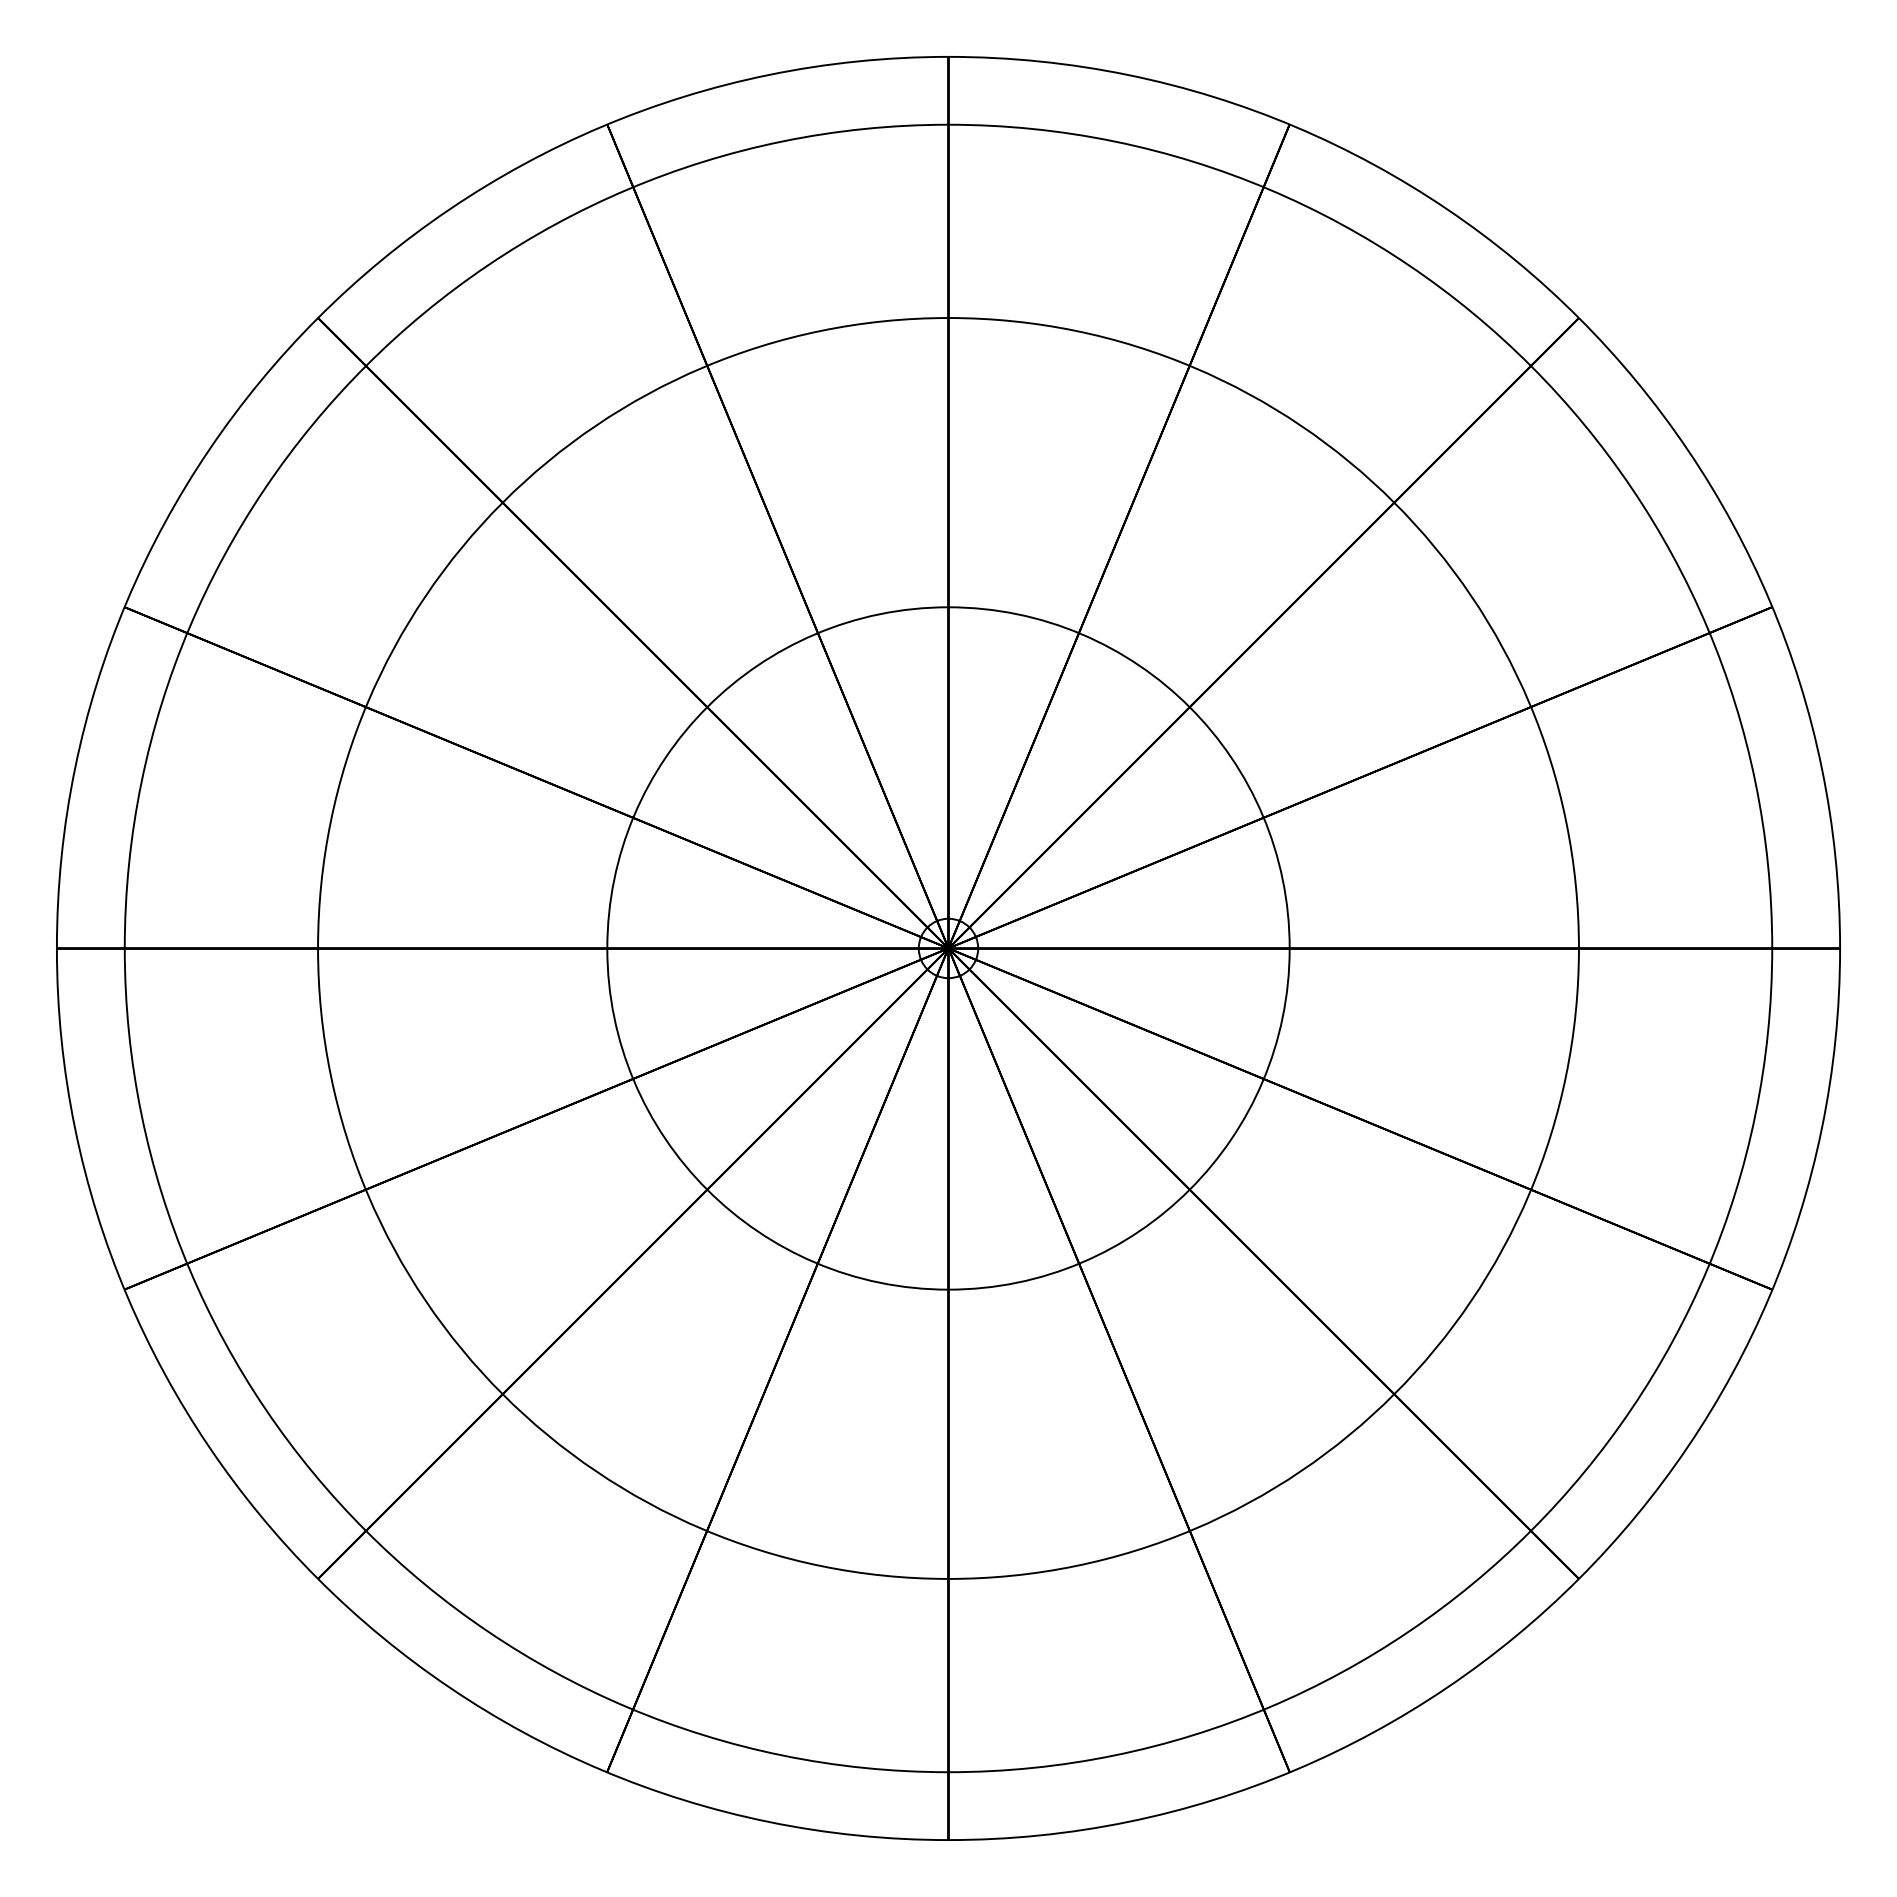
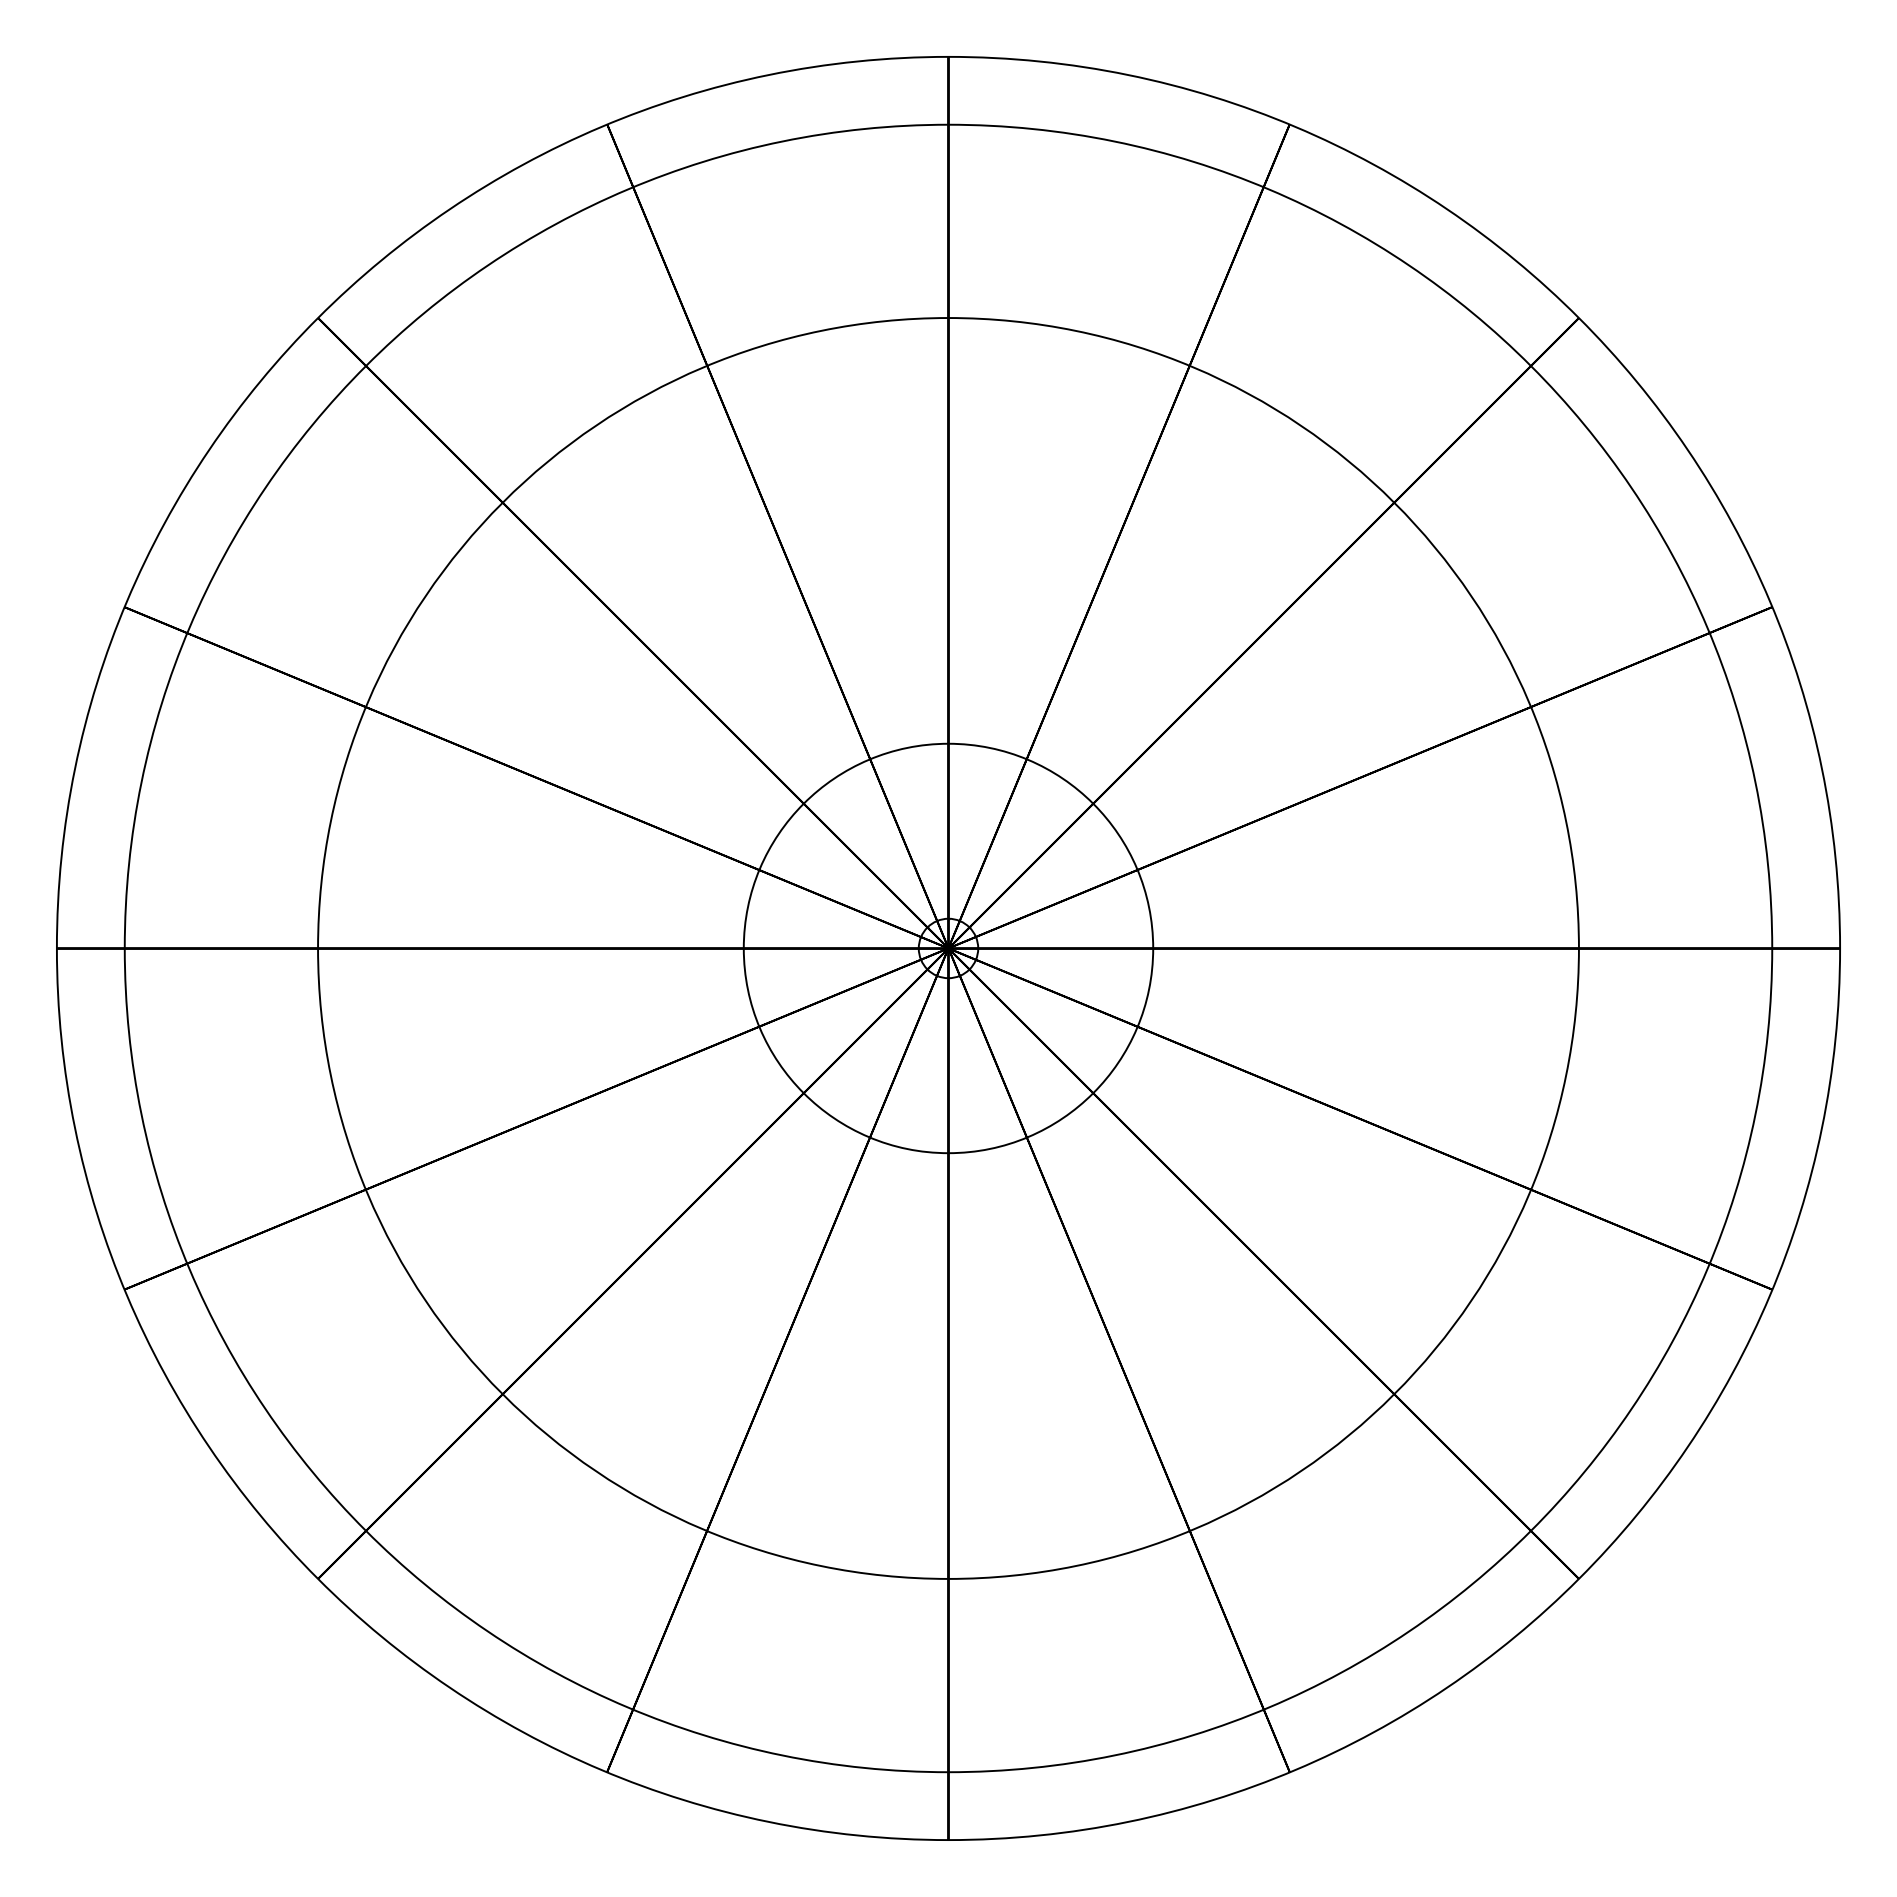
circle at (948, 948) diameter: 682 px -> 409 px
